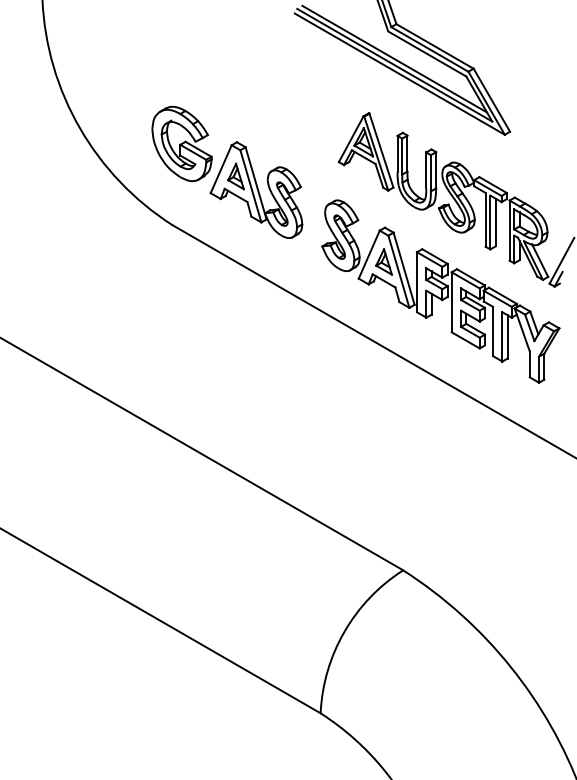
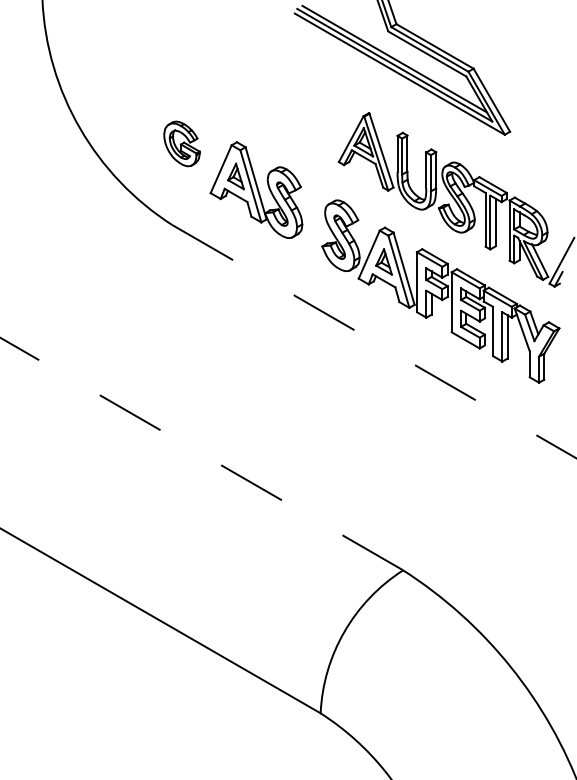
part at (181, 143) size: 62x78 px -> 38x48 px
line at (375, 342): solid -> dashed
line at (201, 453): solid -> dashed
